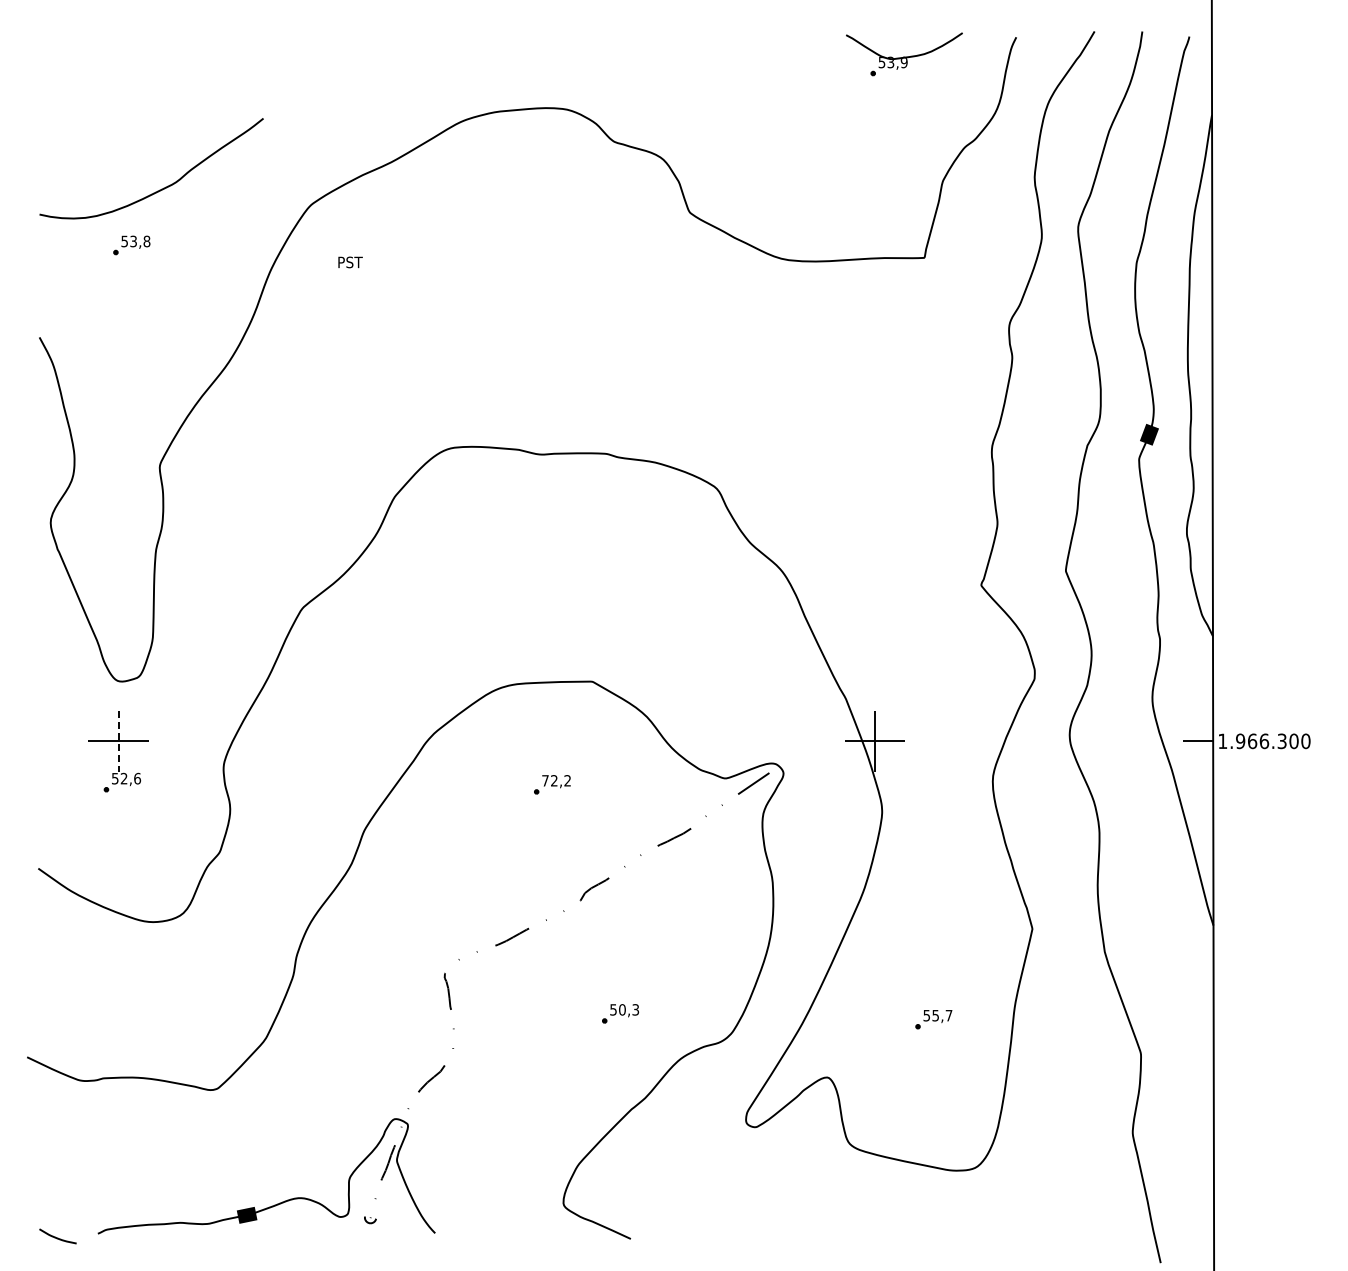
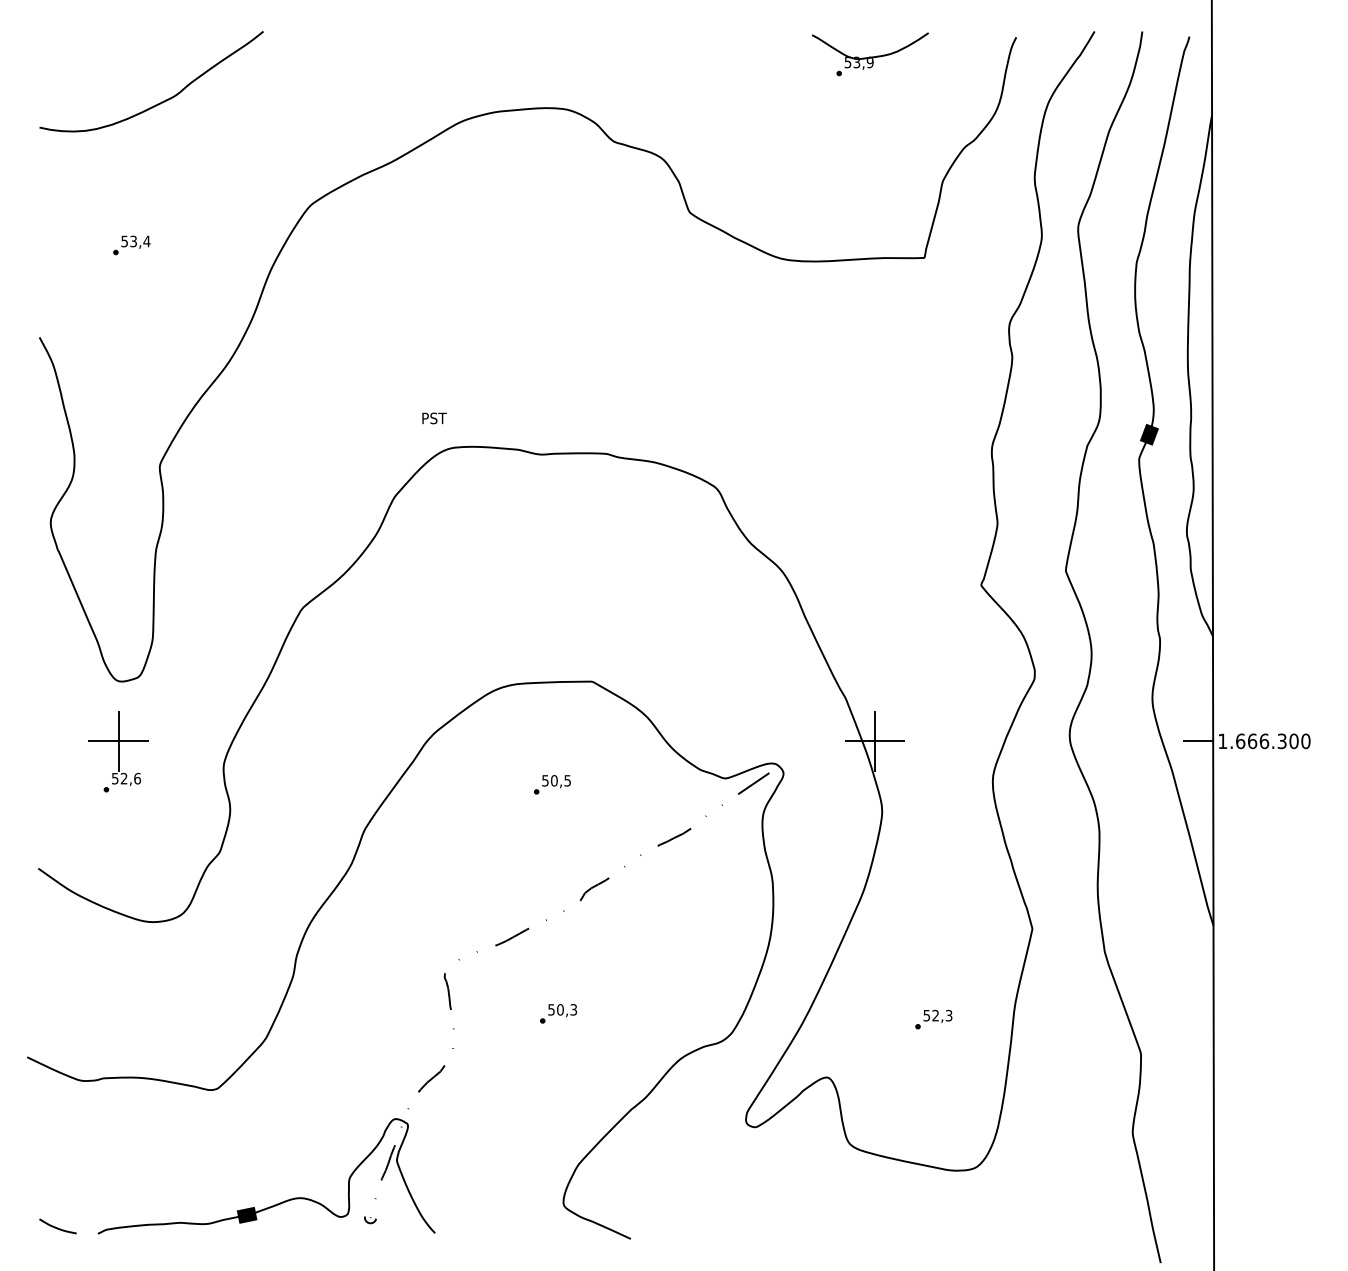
part at (904, 54) position: (904, 54) -> (870, 54)
curve at (161, 188) position: (161, 188) -> (161, 101)
text at (146, 241): 53,8 -> 53,4
text at (350, 262) position: (350, 262) -> (434, 418)
line at (118, 741): dashed -> solid
text at (1240, 741): 1.966.300 -> 1.666.300
text at (556, 780): 72,2 -> 50,5
part at (620, 1013) position: (620, 1013) -> (558, 1013)
text at (942, 1015): 55,7 -> 52,3
curve at (57, 1237) position: (57, 1237) -> (57, 1227)
